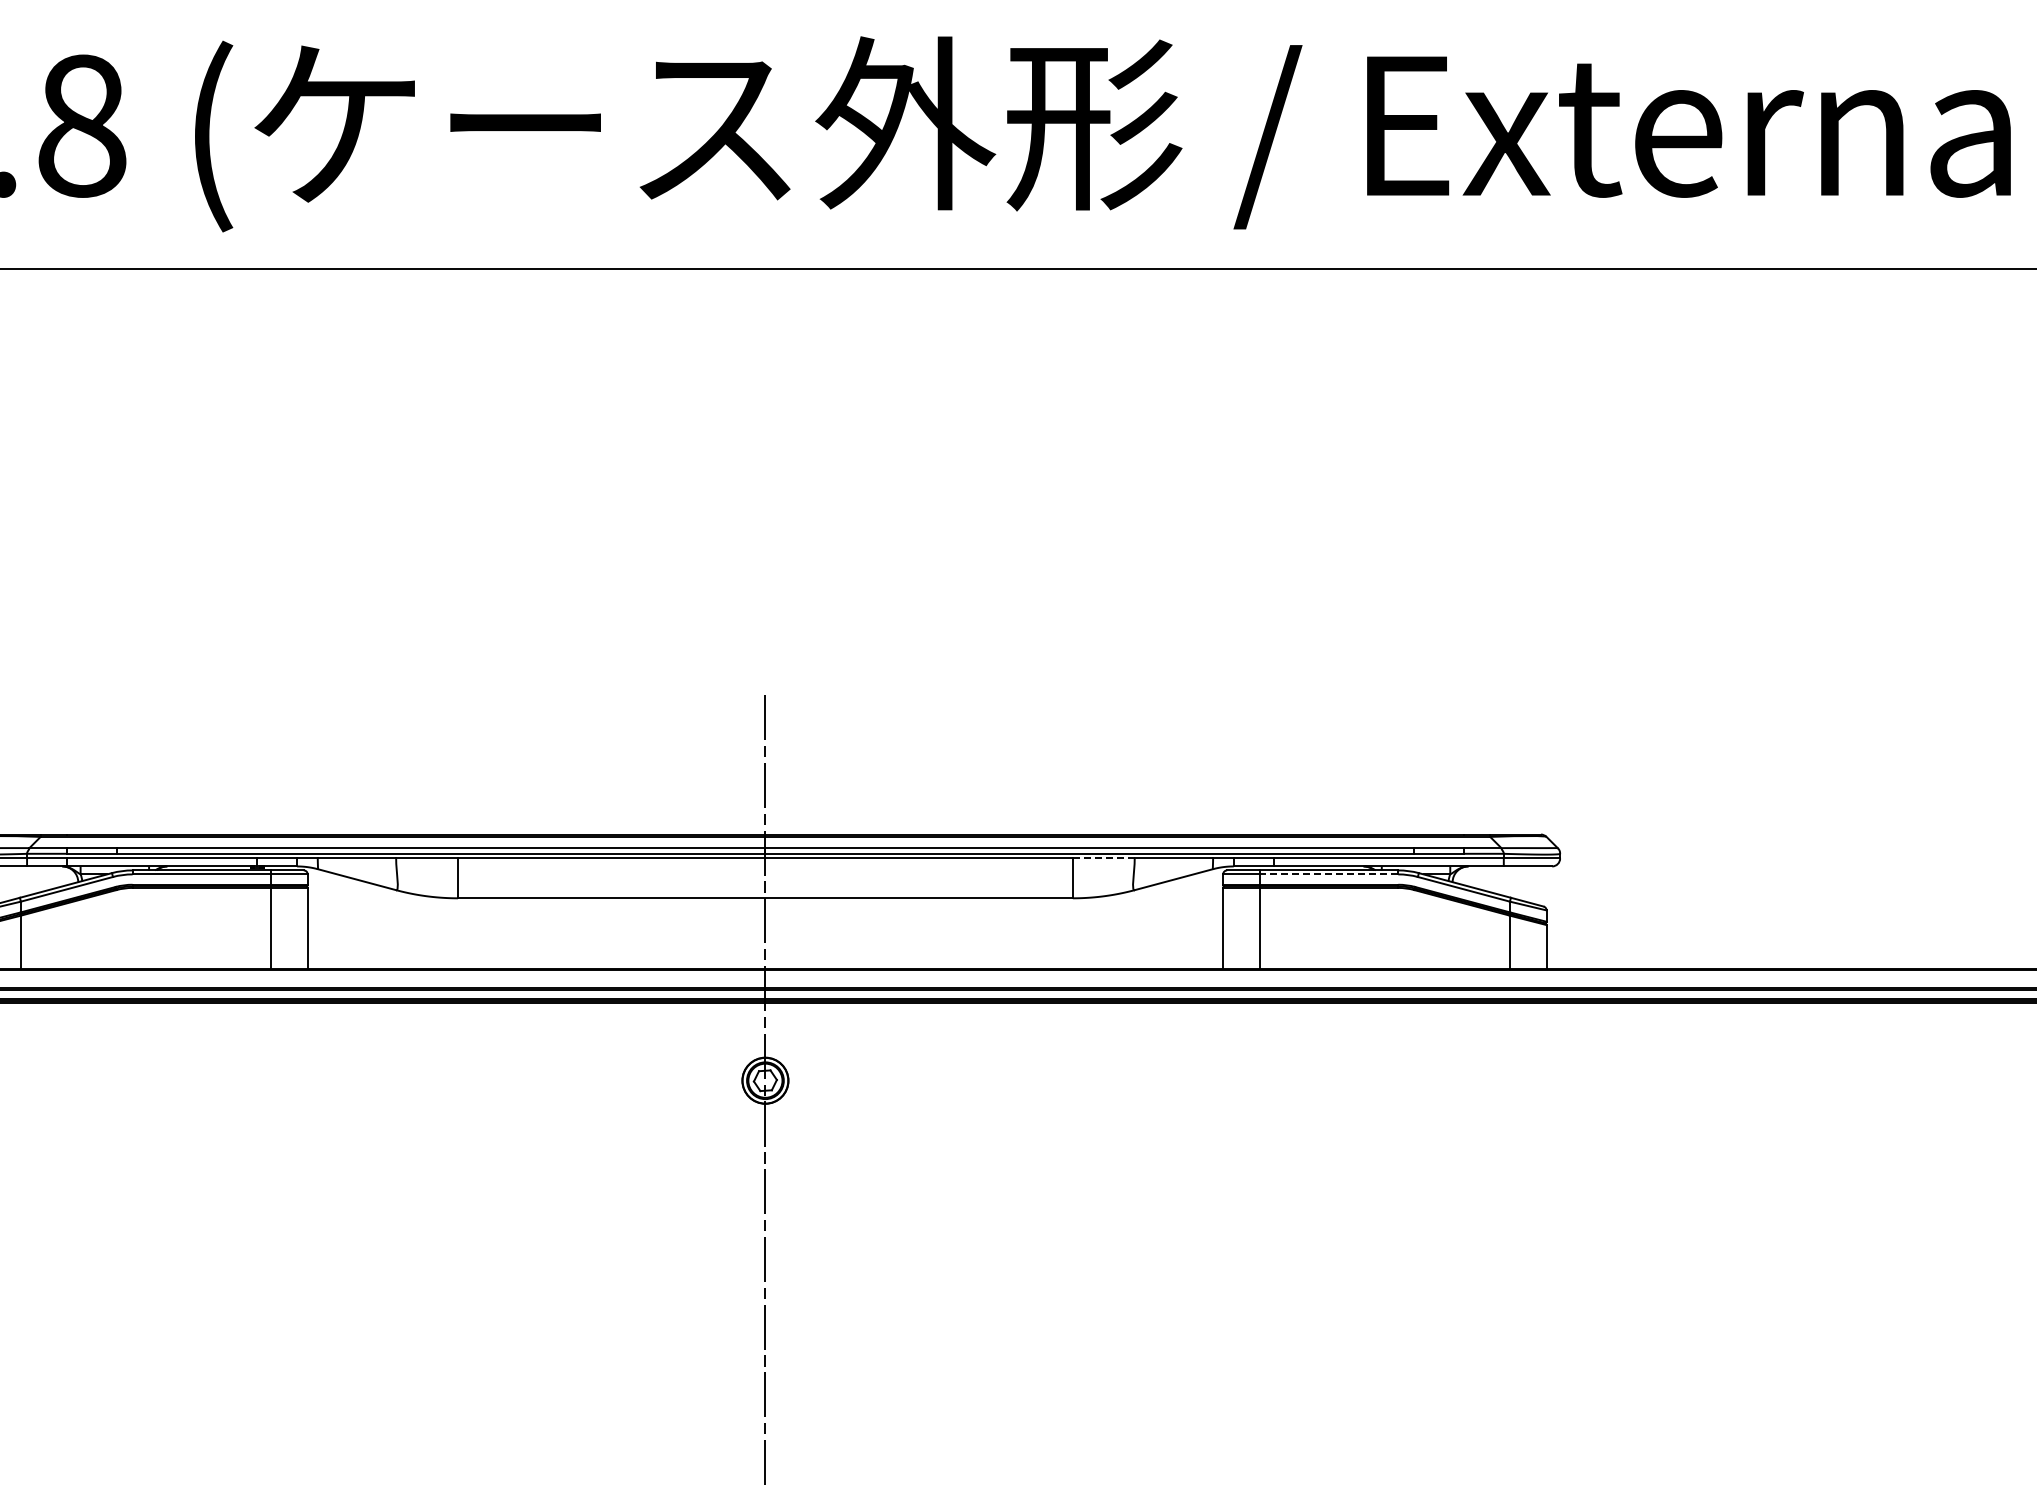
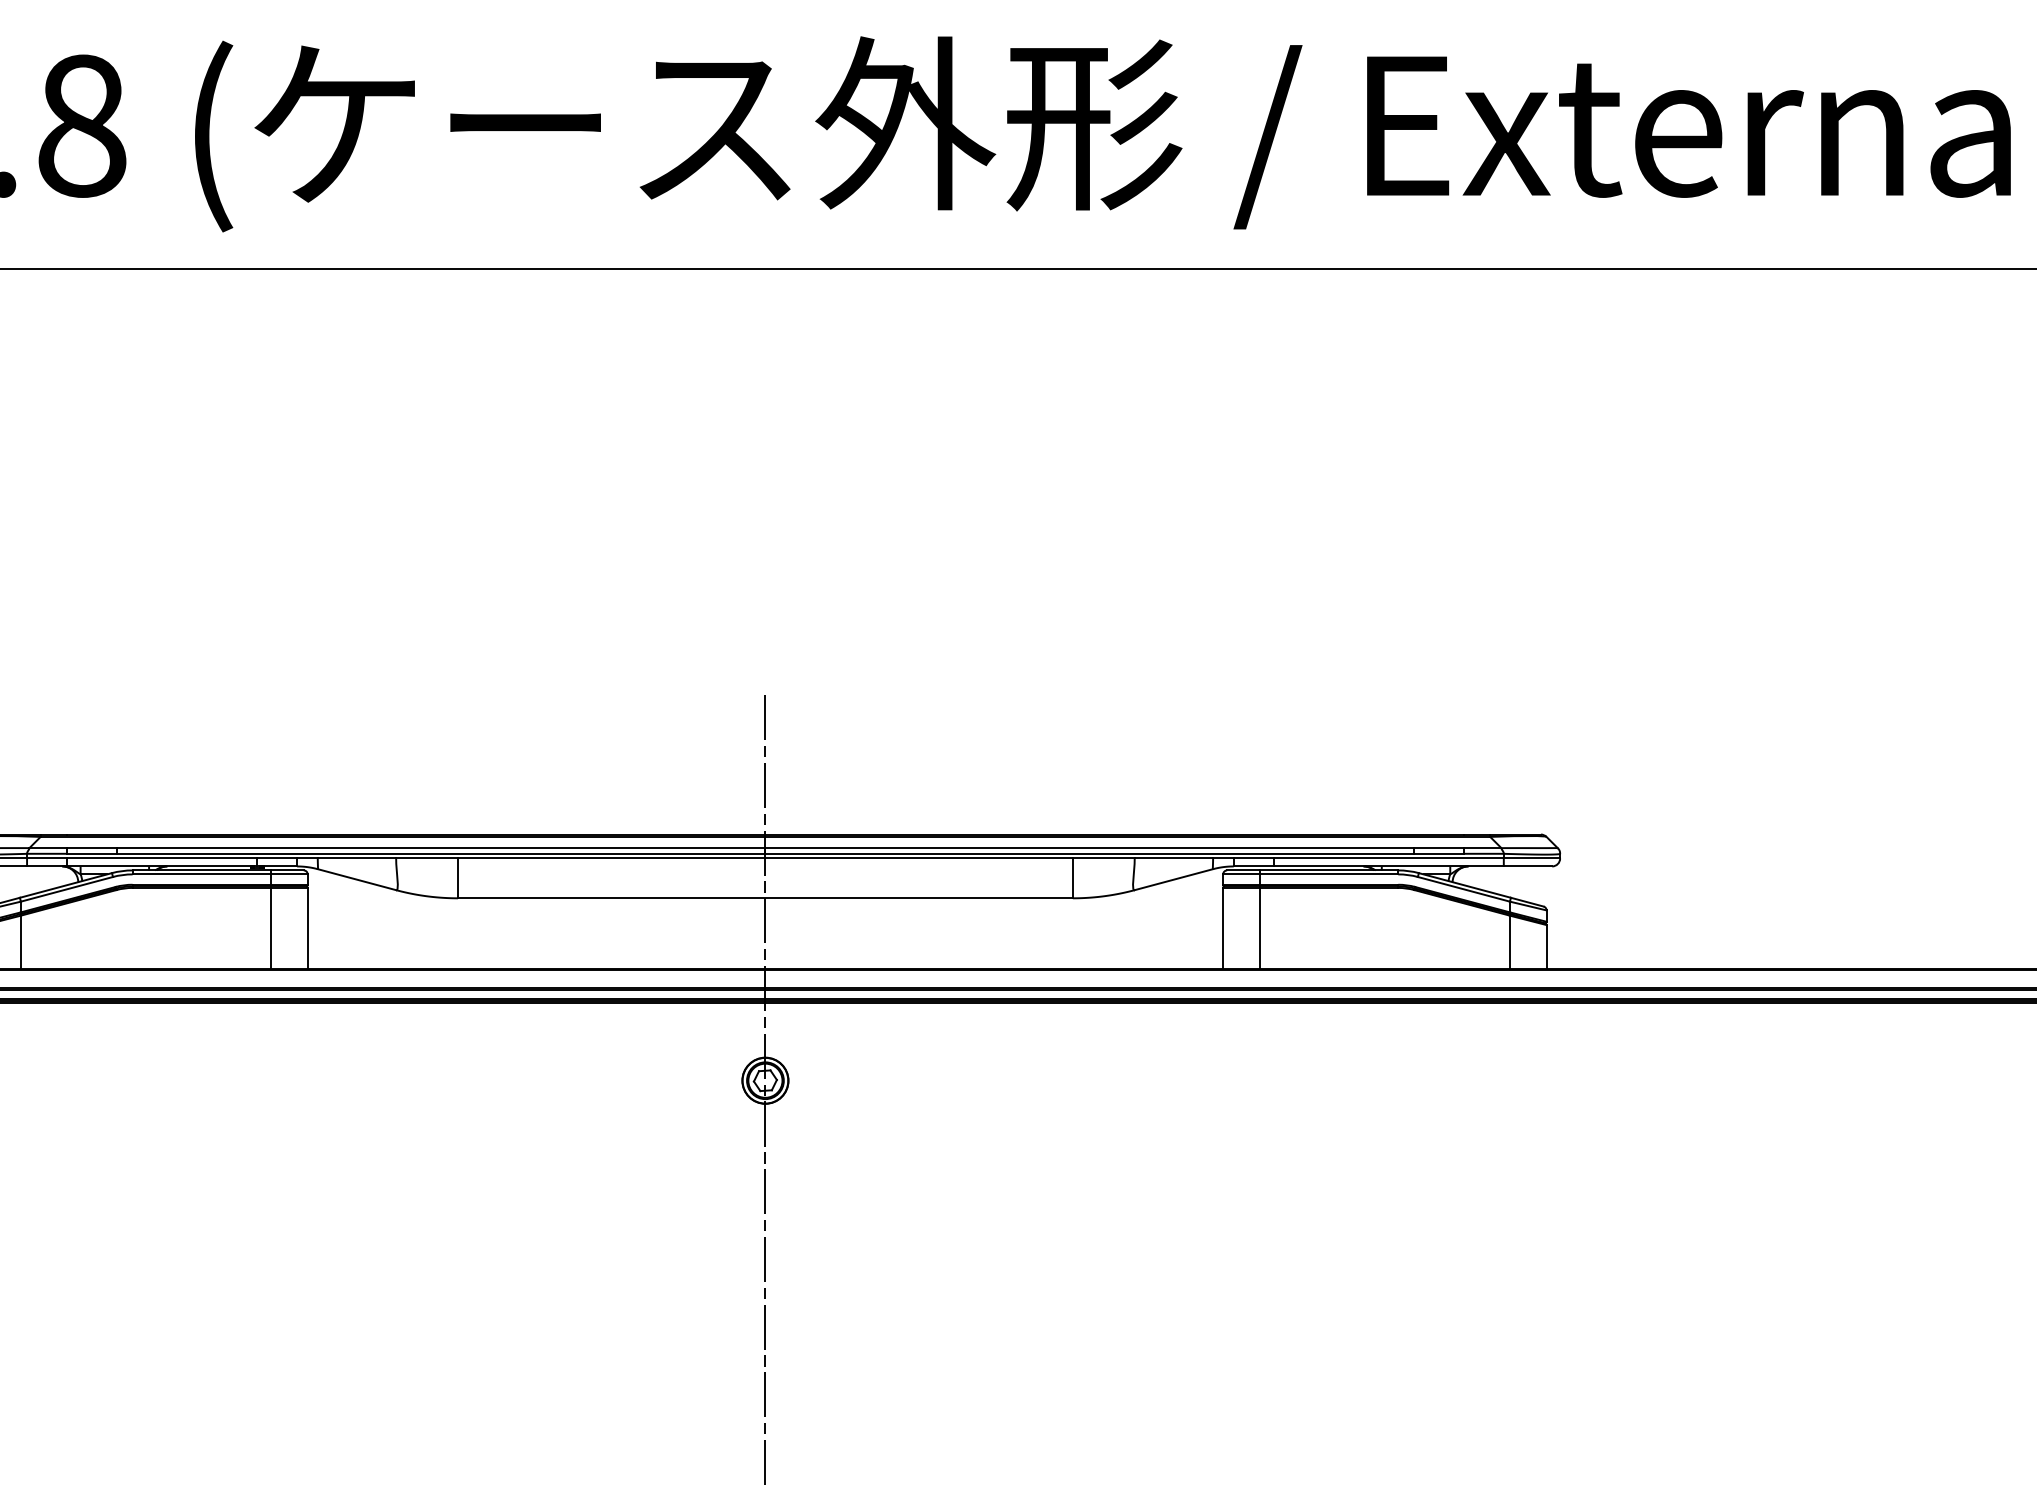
line at (1103, 858): dashed -> solid
line at (1328, 874): dashed -> solid
